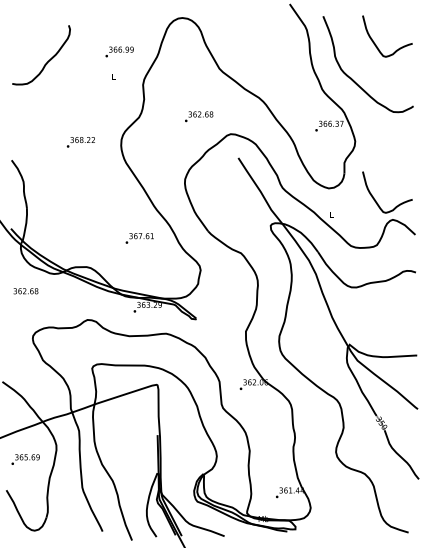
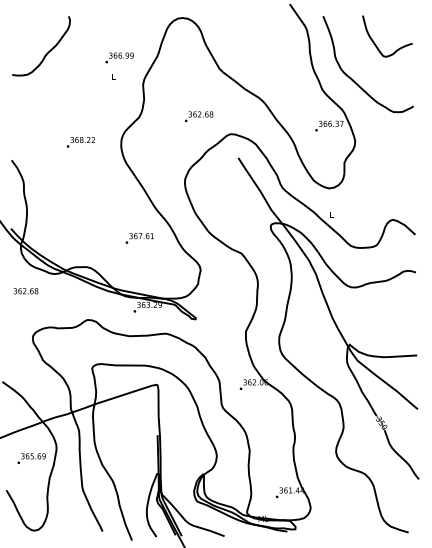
text at (119, 51) position: (119, 51) -> (119, 57)
curve at (47, 61) position: (47, 61) -> (47, 52)
curve at (376, 200): present -> none
text at (25, 459) position: (25, 459) -> (31, 458)
